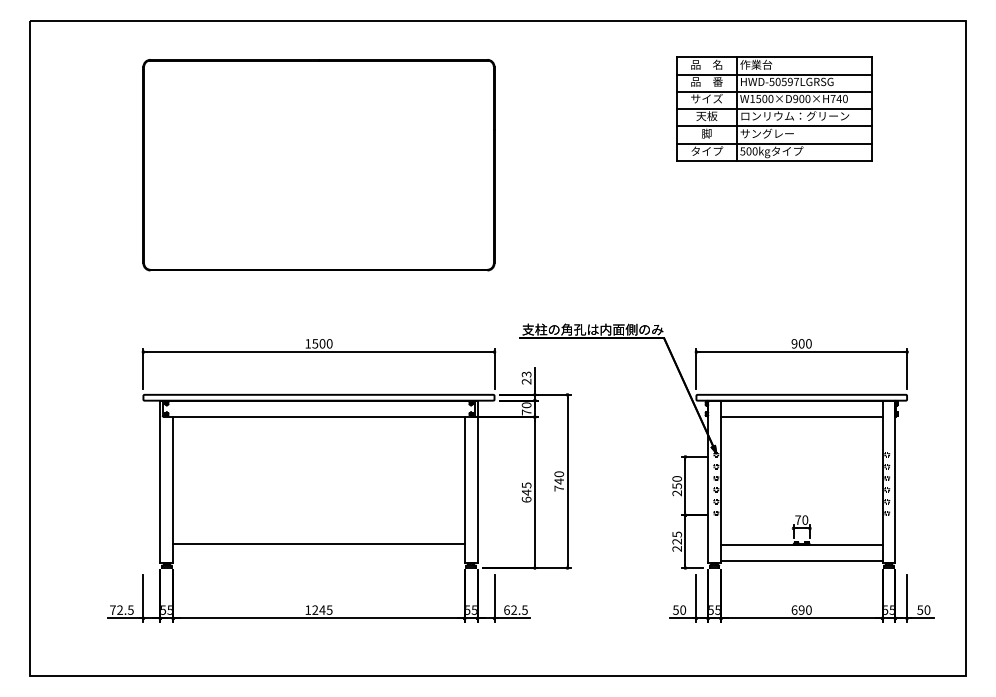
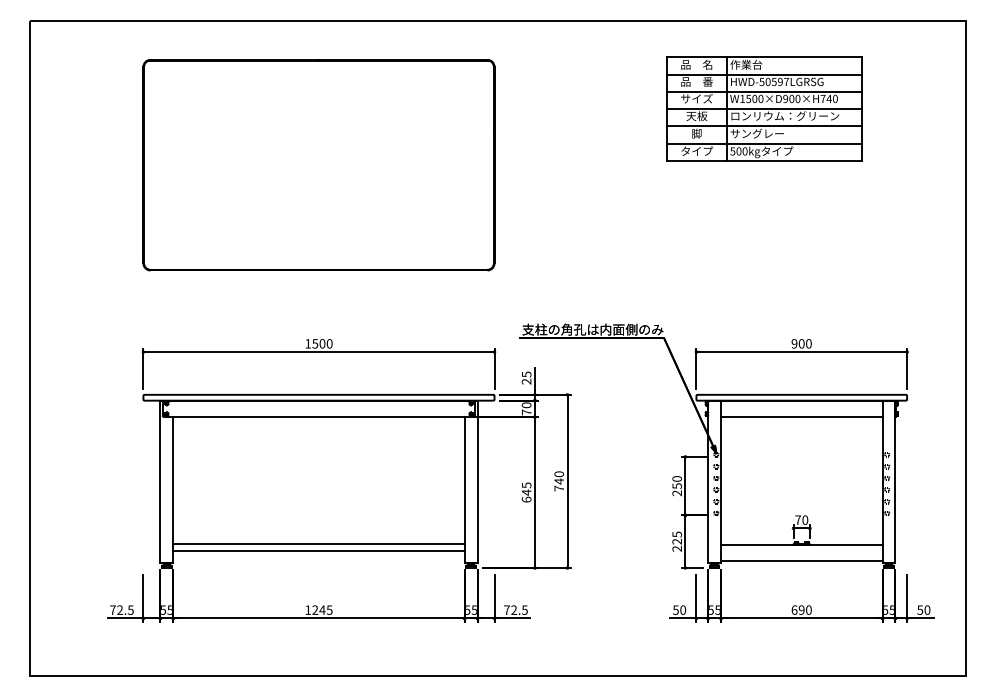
part at (774, 108) position: (774, 108) -> (764, 108)
text at (525, 373): 23 -> 25
line at (318, 551): none -> present
text at (506, 609): 62.5 -> 72.5
